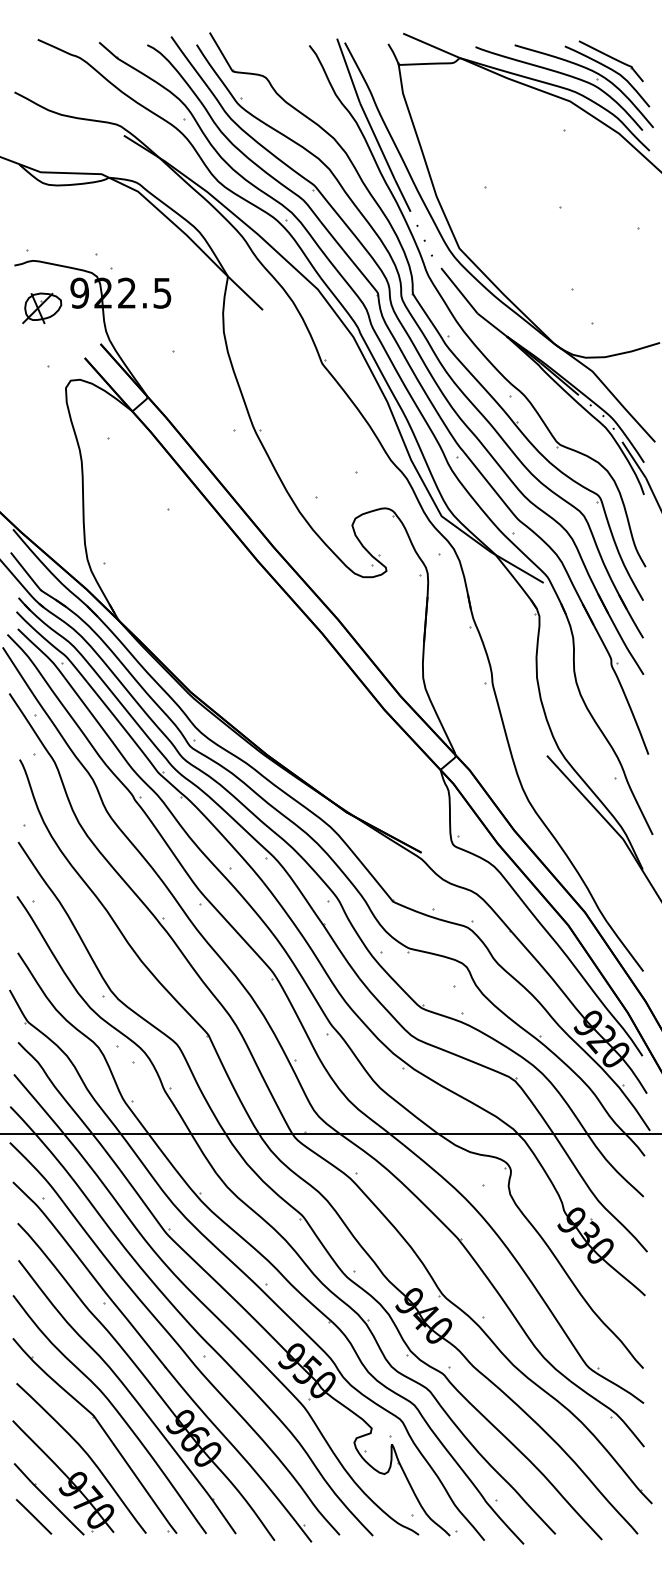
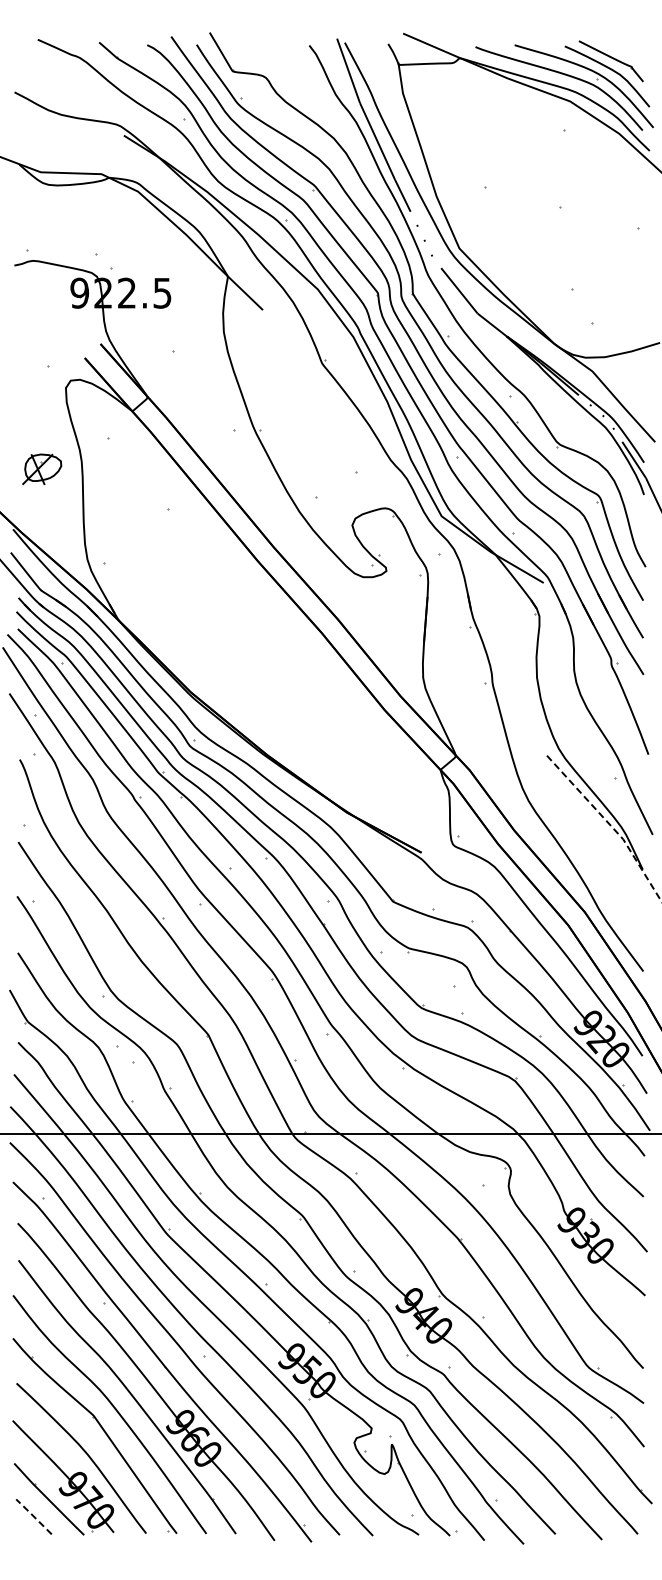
part at (42, 308) position: (42, 308) -> (42, 469)
line at (610, 825): solid -> dashed
line at (32, 1515): solid -> dashed
